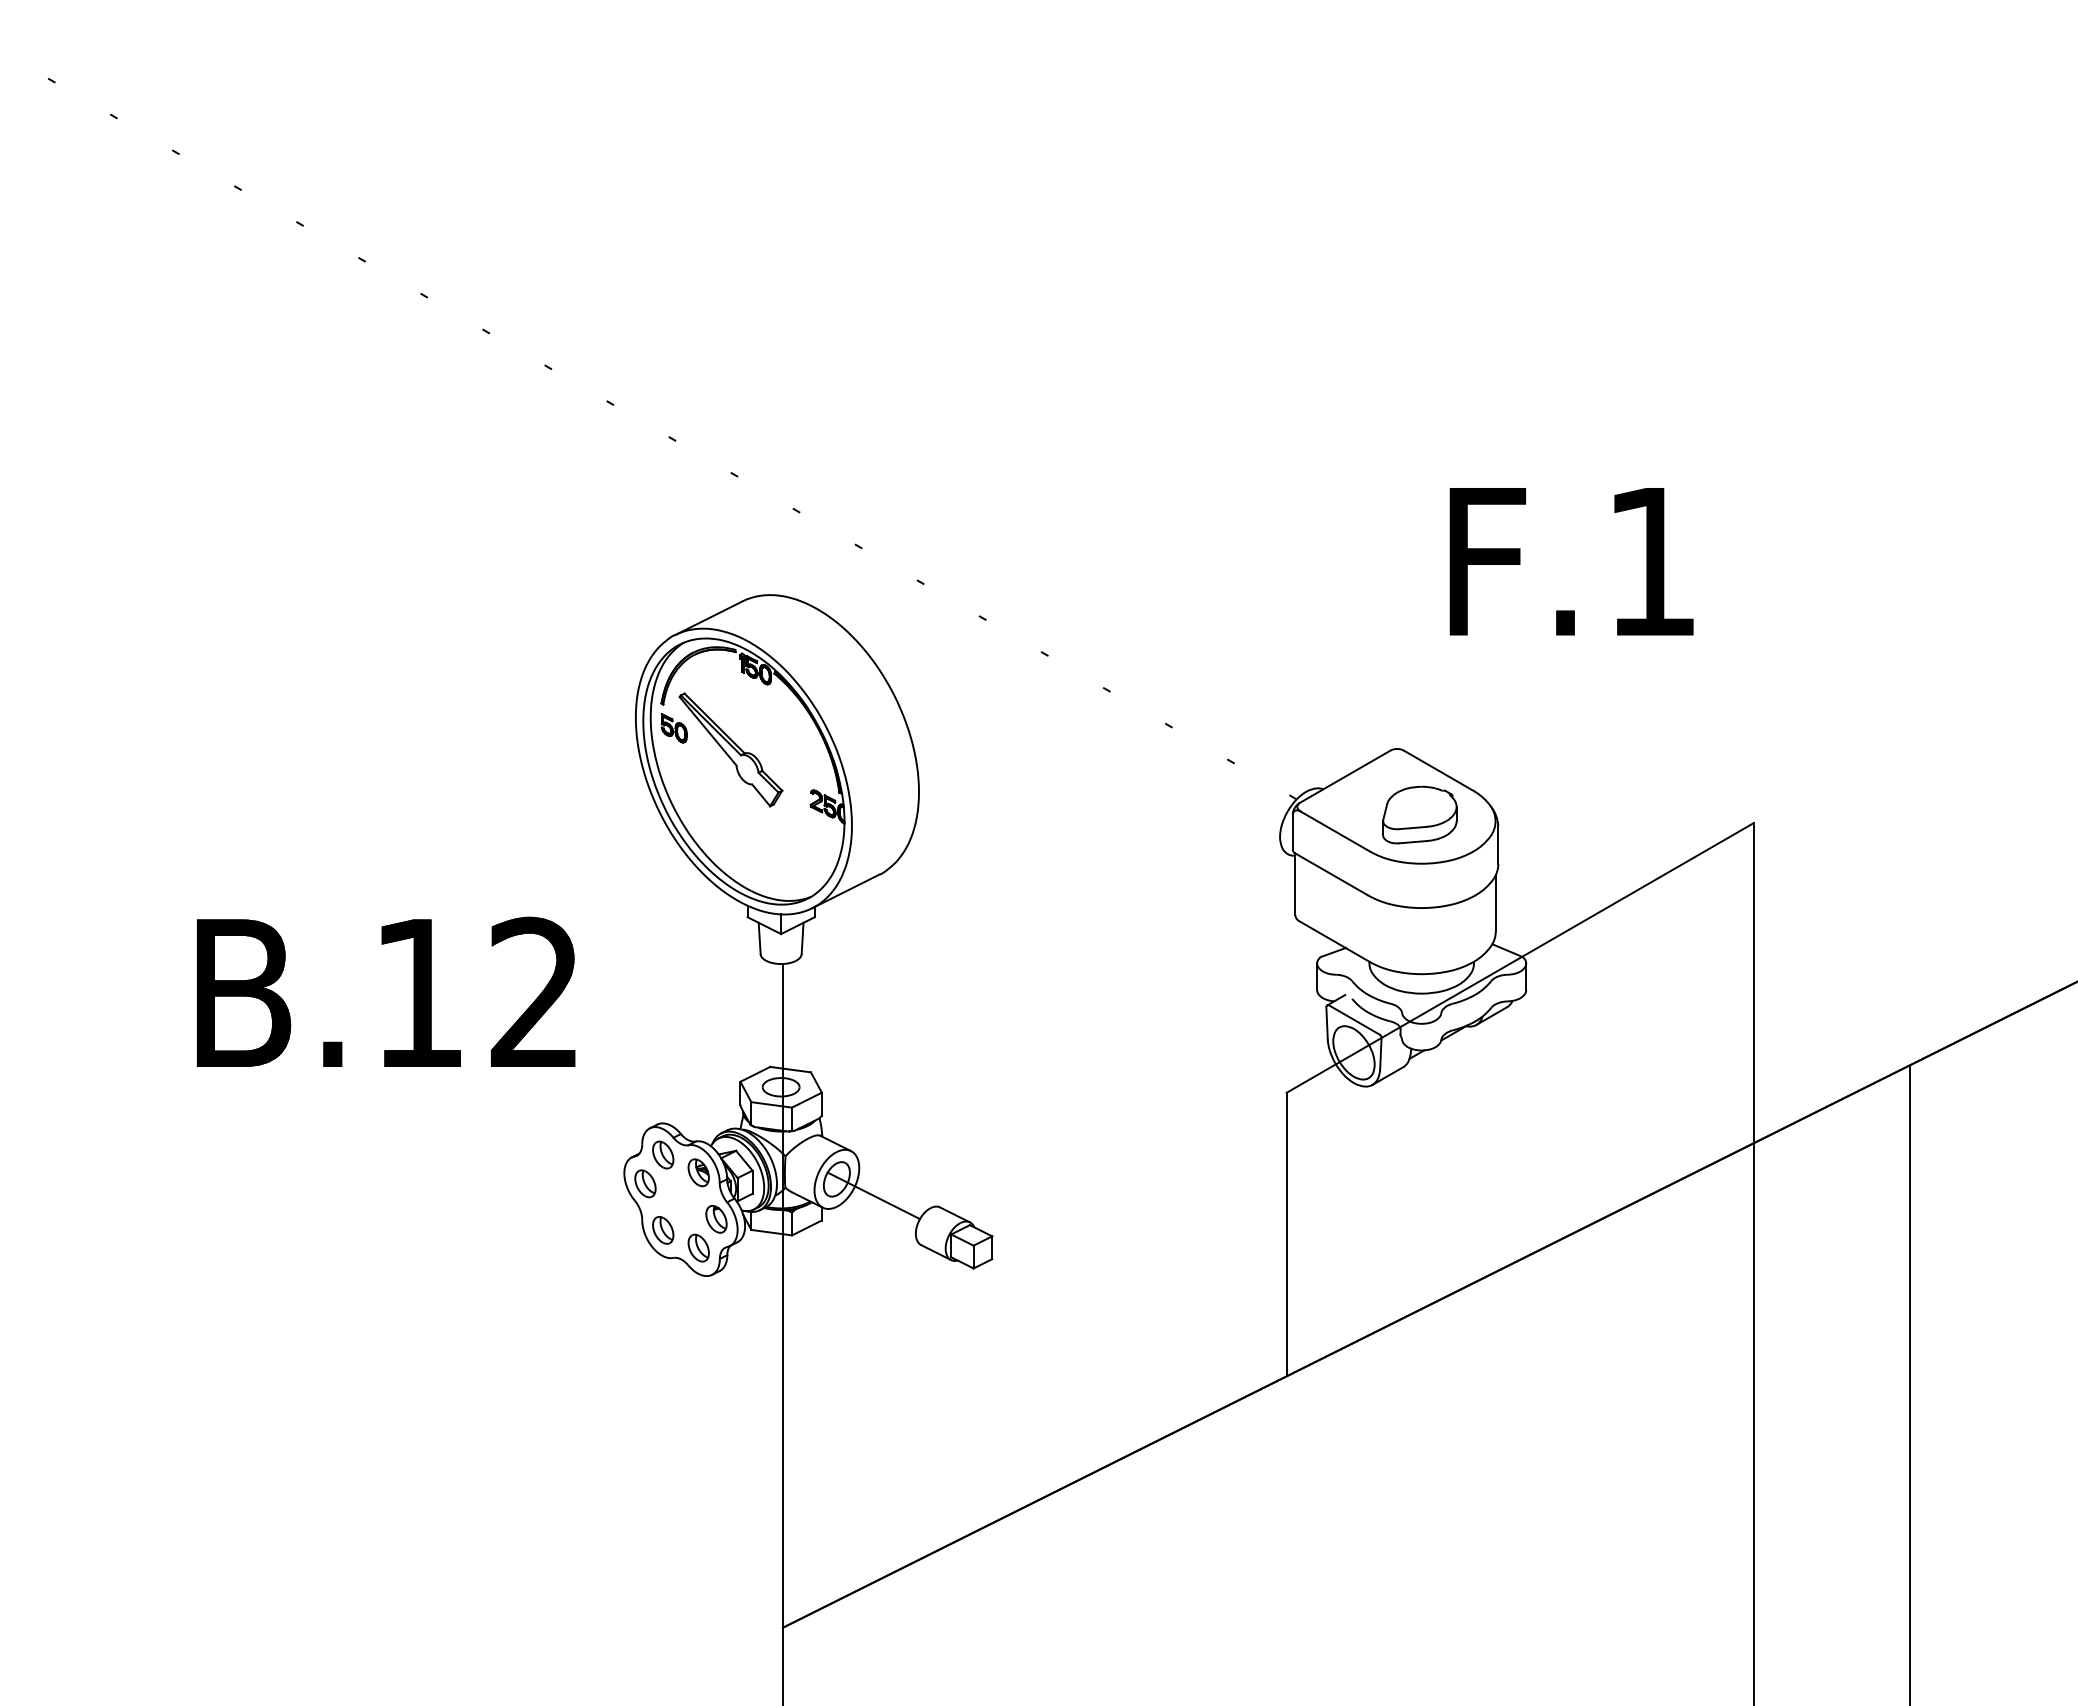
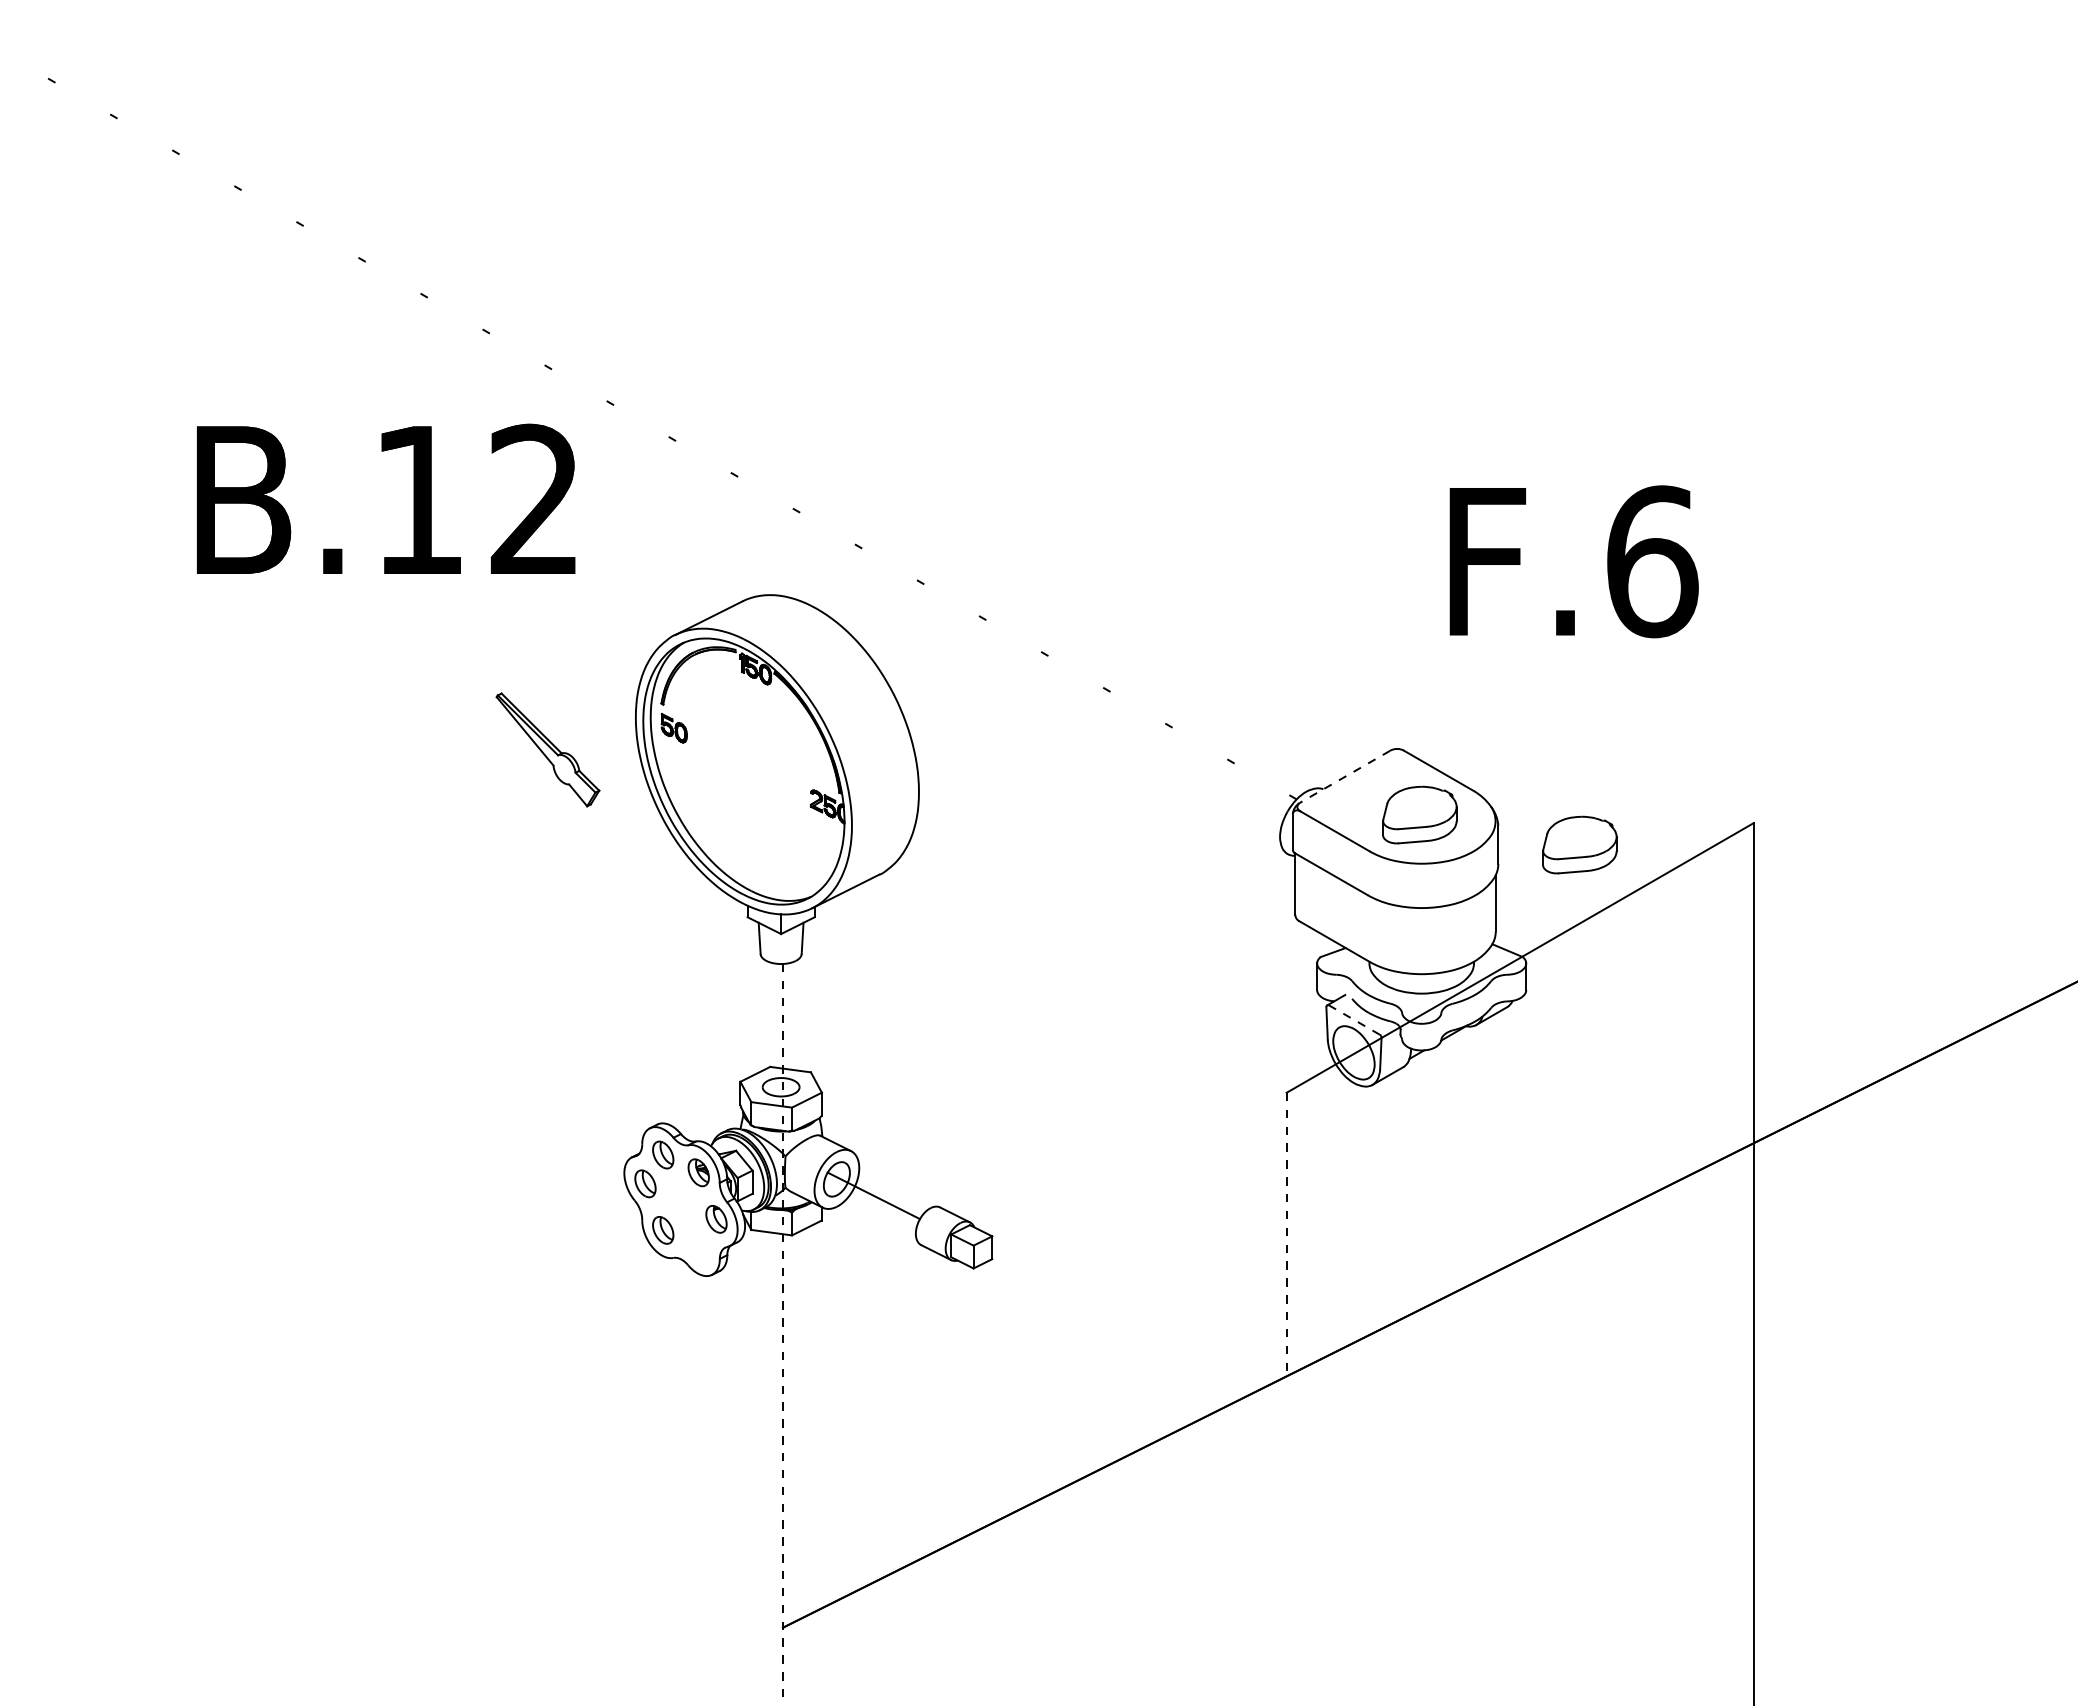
text at (1652, 561): F.1 -> F.6
part at (730, 749) position: (730, 749) -> (547, 749)
line at (1344, 777): solid -> dashed
part at (1579, 844): none -> present
text at (386, 991) position: (386, 991) -> (386, 498)
line at (1354, 1019): solid -> dashed
line at (1286, 1234): solid -> dashed
part at (698, 1247): present -> none
line at (782, 1334): solid -> dashed
line at (1909, 1384): present -> none
